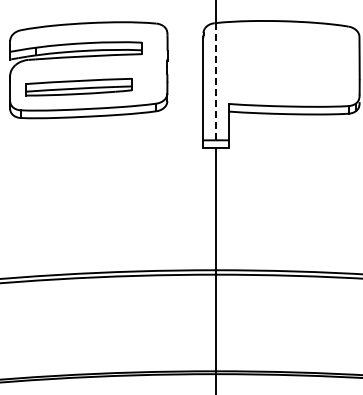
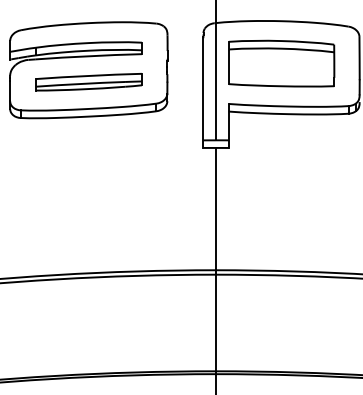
part at (281, 63): none -> present
line at (215, 81): dashed -> solid
part at (78, 87) position: (78, 87) -> (88, 82)
